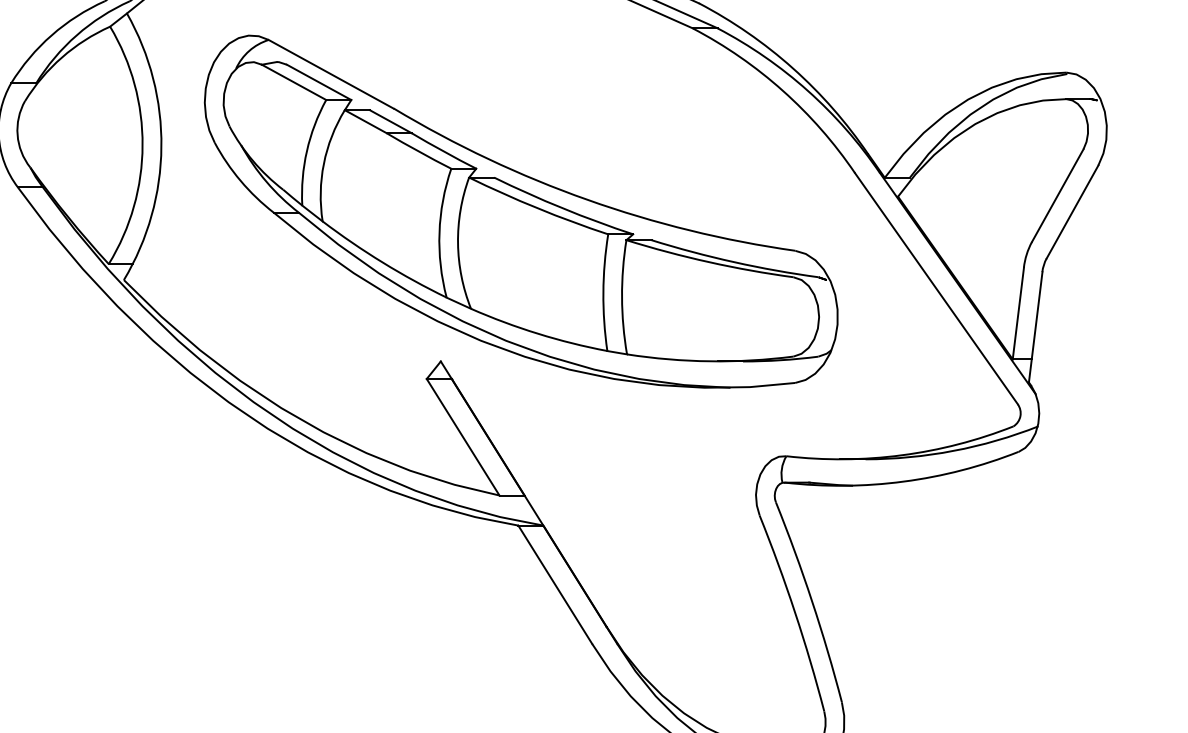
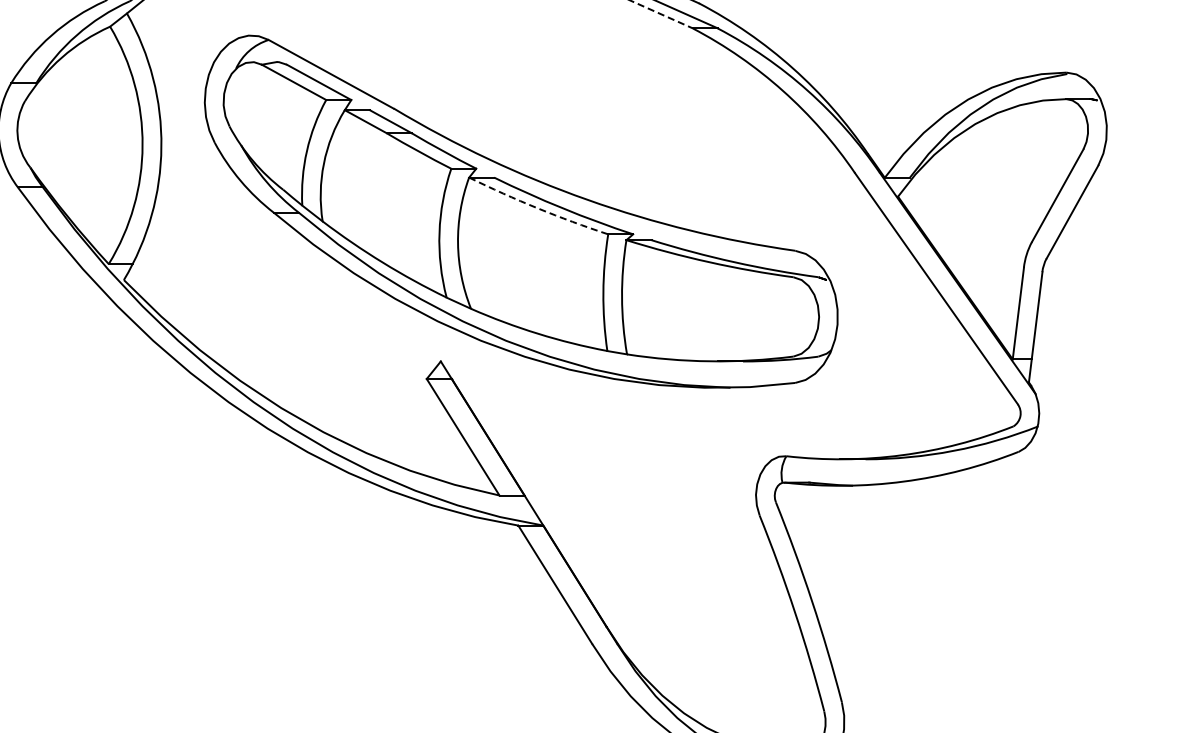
line at (661, 14): solid -> dashed
arc at (537, 208): solid -> dashed
